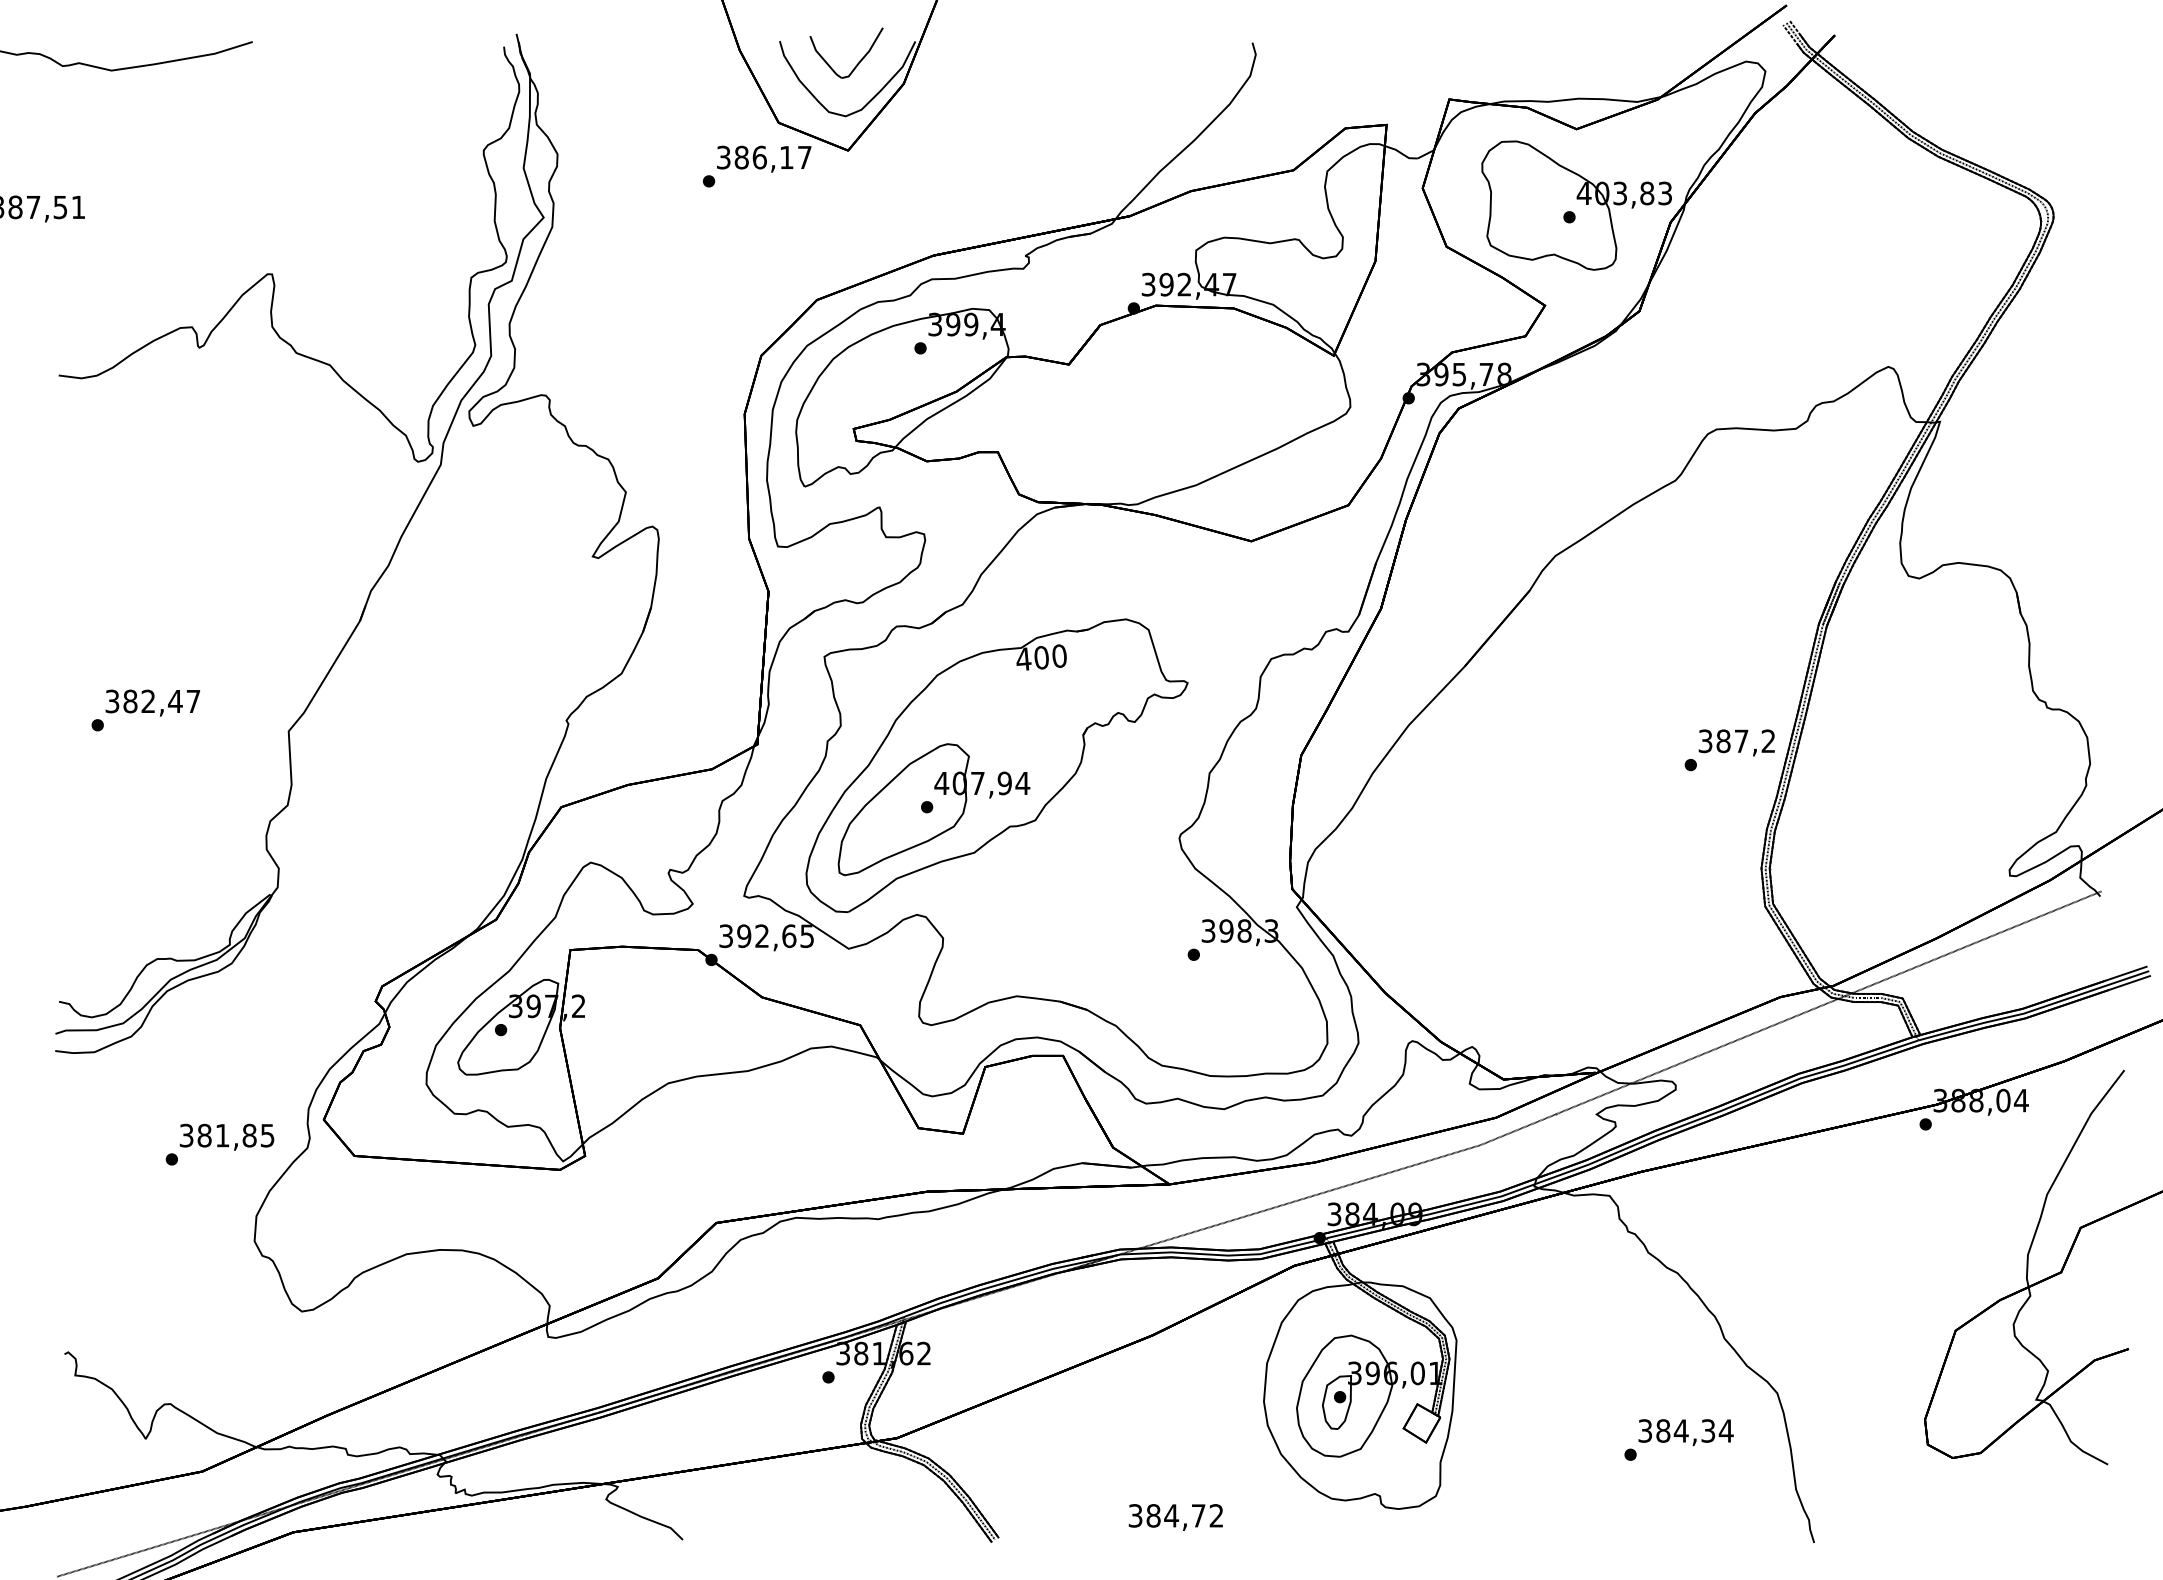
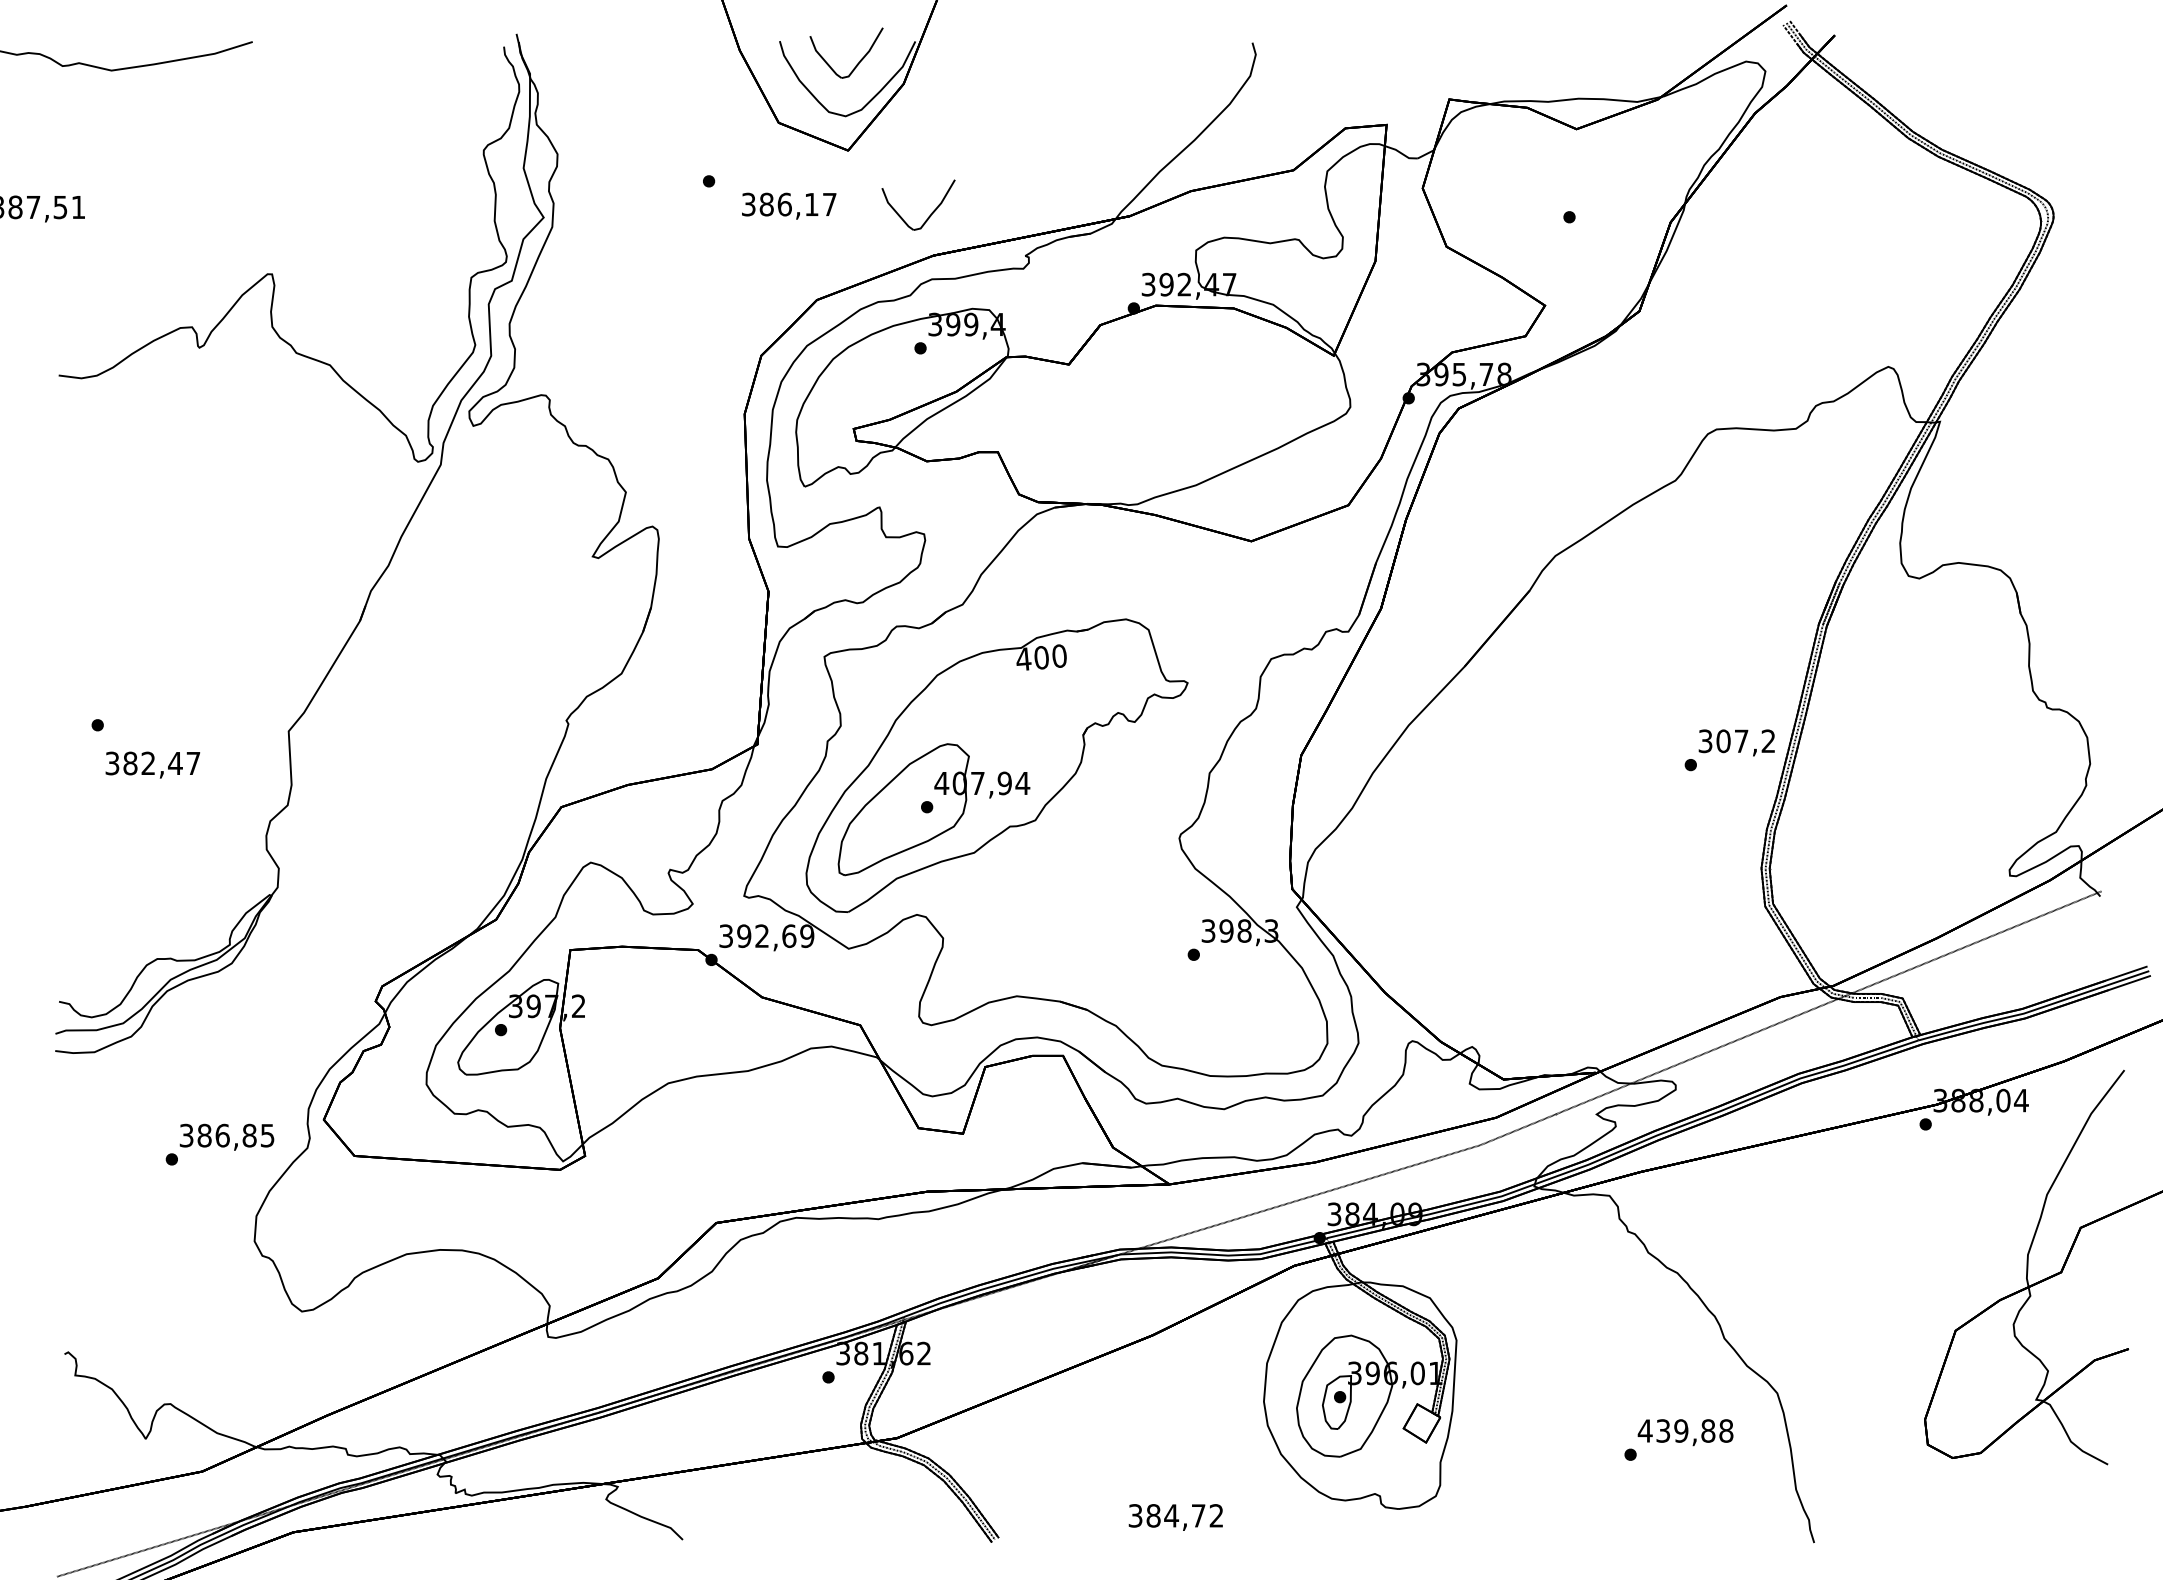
text at (764, 158) position: (764, 158) -> (789, 205)
part at (1576, 205): present -> none
part at (931, 212): none -> present
text at (152, 702) position: (152, 702) -> (152, 764)
text at (1723, 740): 387,2 -> 307,2
text at (807, 935): 392,65 -> 392,69
text at (222, 1135): 381,85 -> 386,85
text at (1685, 1430): 384,34 -> 439,88
